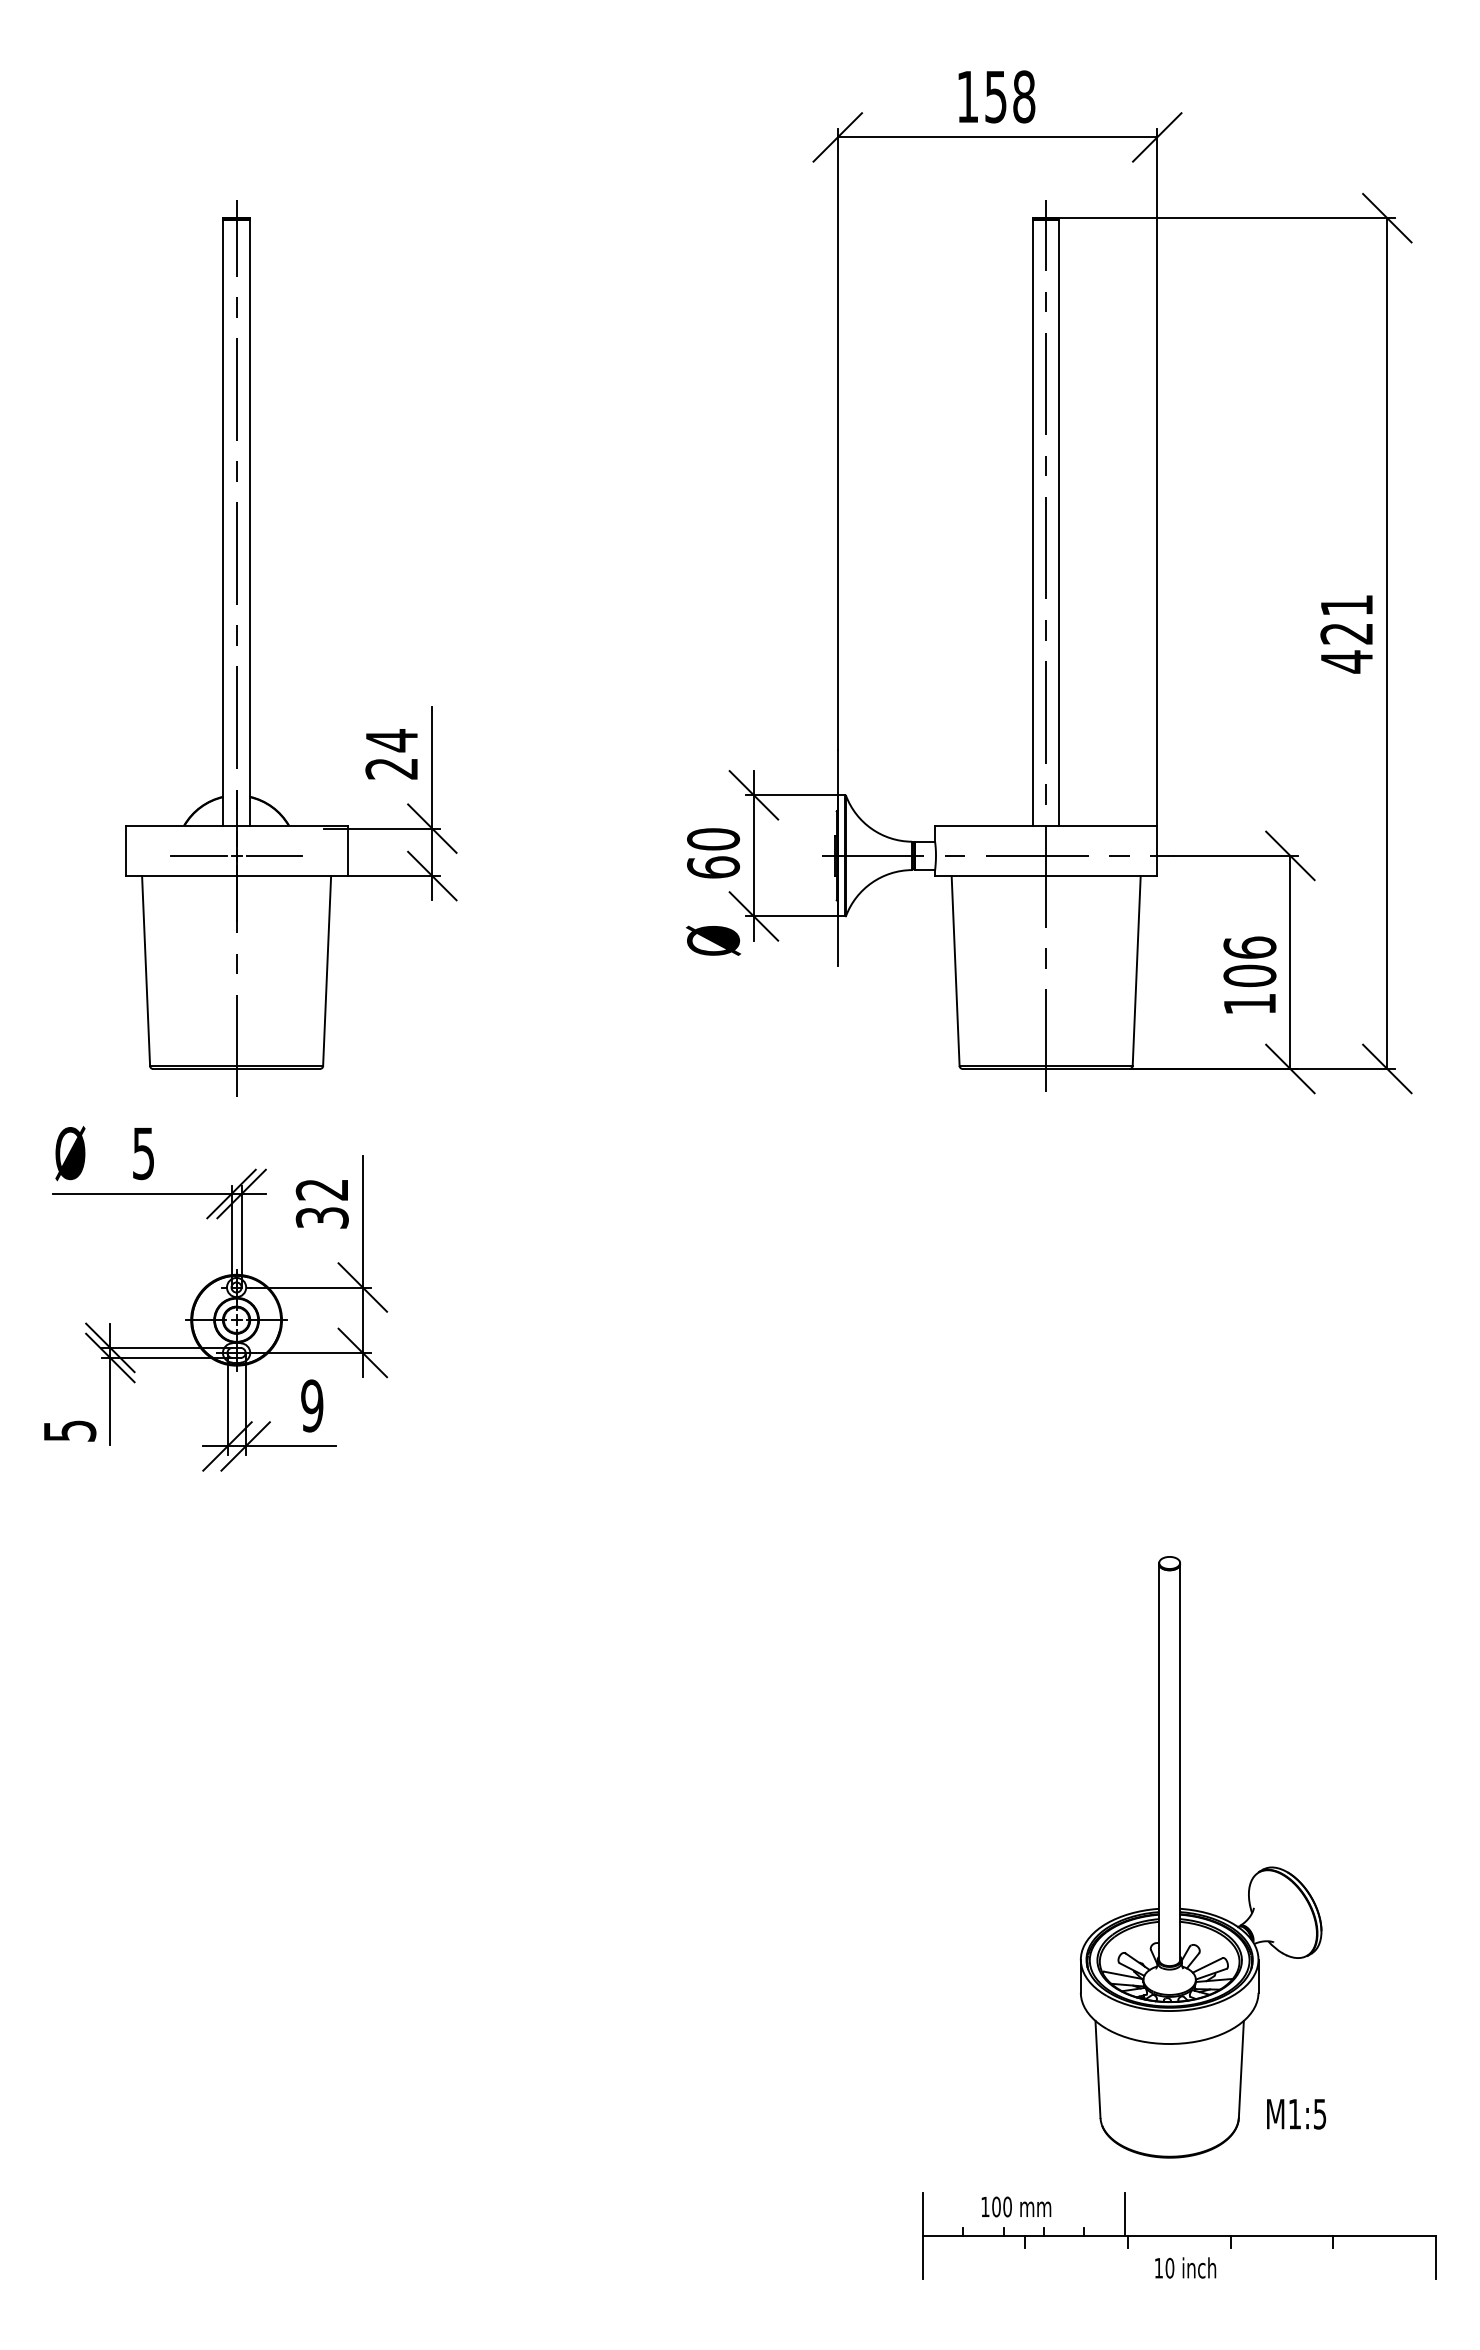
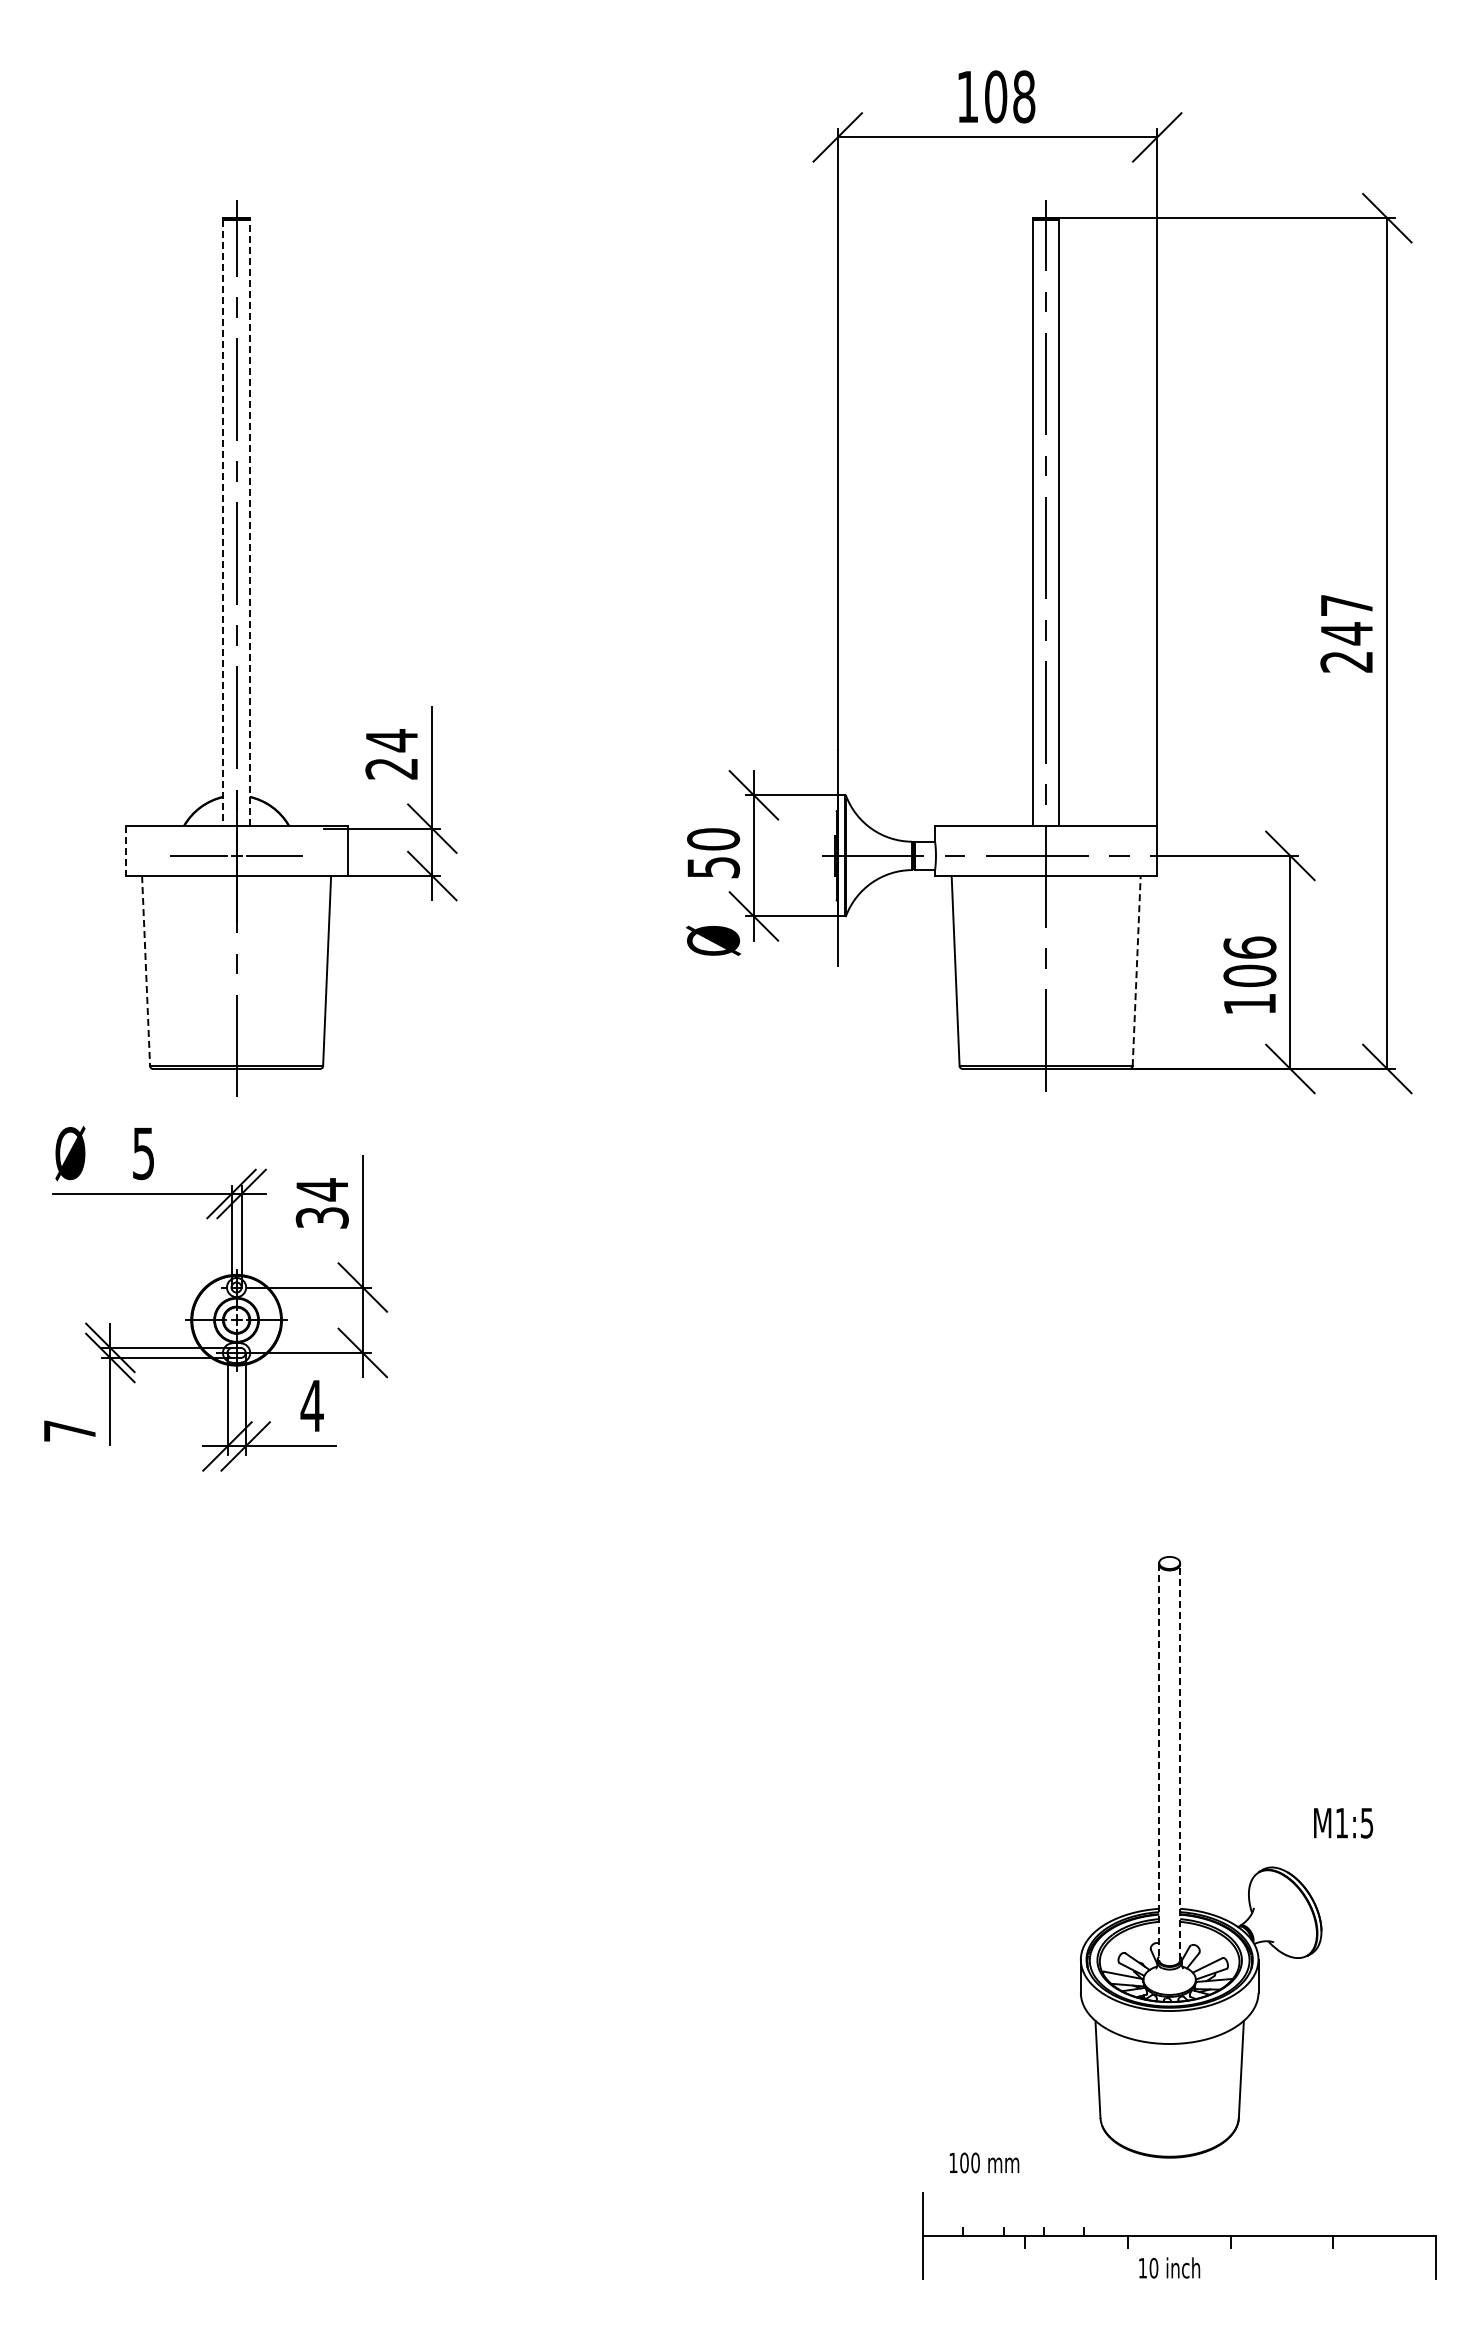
text at (996, 96): 158 -> 108
line at (223, 522): solid -> dashed
line at (249, 522): solid -> dashed
text at (1346, 634): 421 -> 247
line at (125, 851): solid -> dashed
text at (713, 867): 60 -> 50
line at (1136, 970): solid -> dashed
line at (146, 971): solid -> dashed
text at (321, 1189): 32 -> 34
text at (311, 1405): 9 -> 4
text at (70, 1430): 5 -> 7
line at (1159, 1762): solid -> dashed
line at (1180, 1762): solid -> dashed
text at (1296, 2114) position: (1296, 2114) -> (1343, 1823)
text at (1016, 2206) position: (1016, 2206) -> (984, 2162)
line at (1124, 2214): present -> none
text at (1185, 2267) position: (1185, 2267) -> (1169, 2267)
